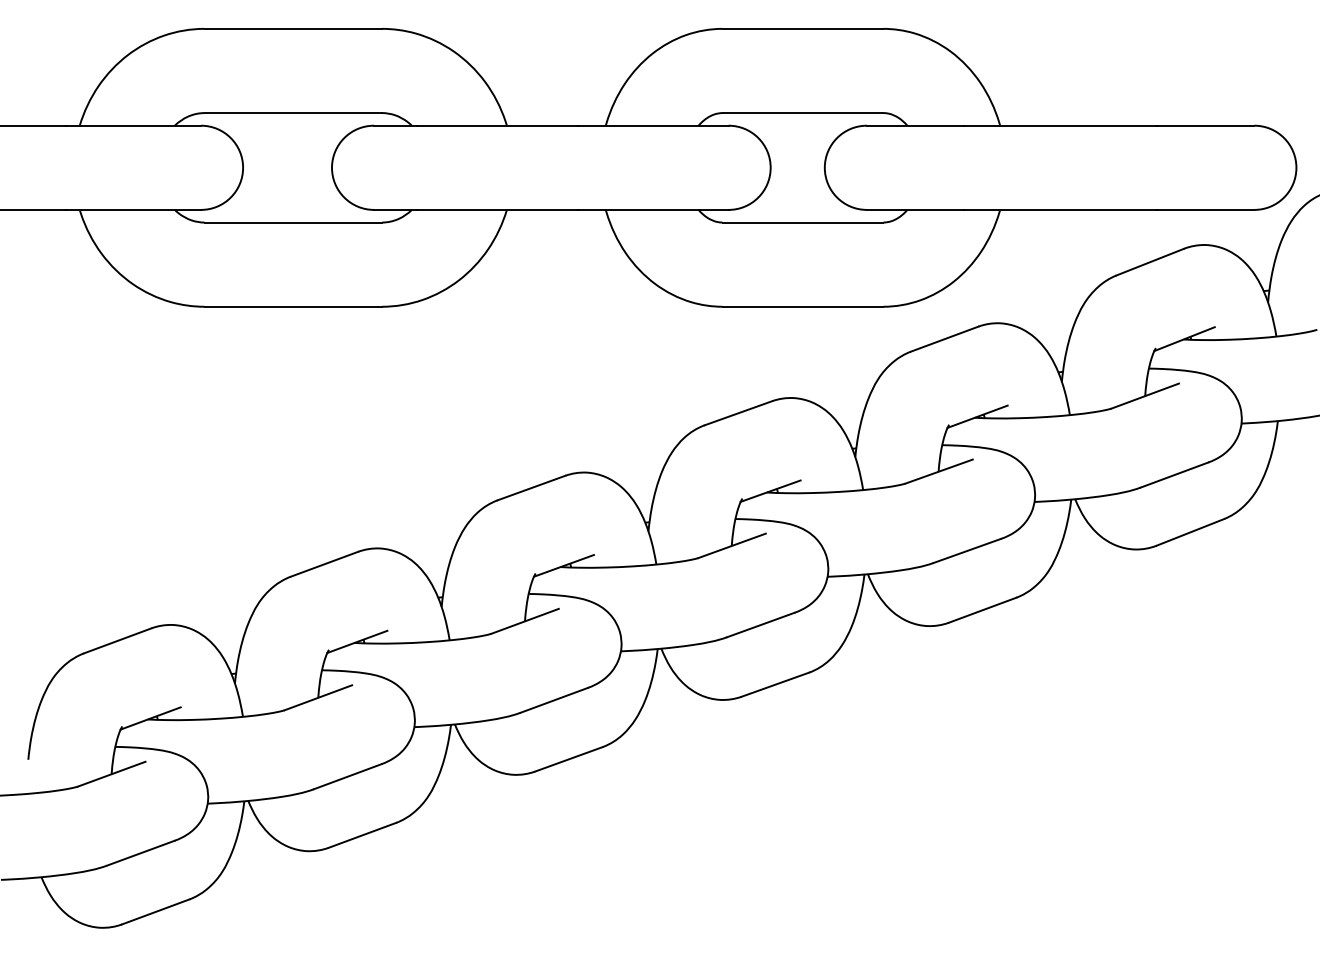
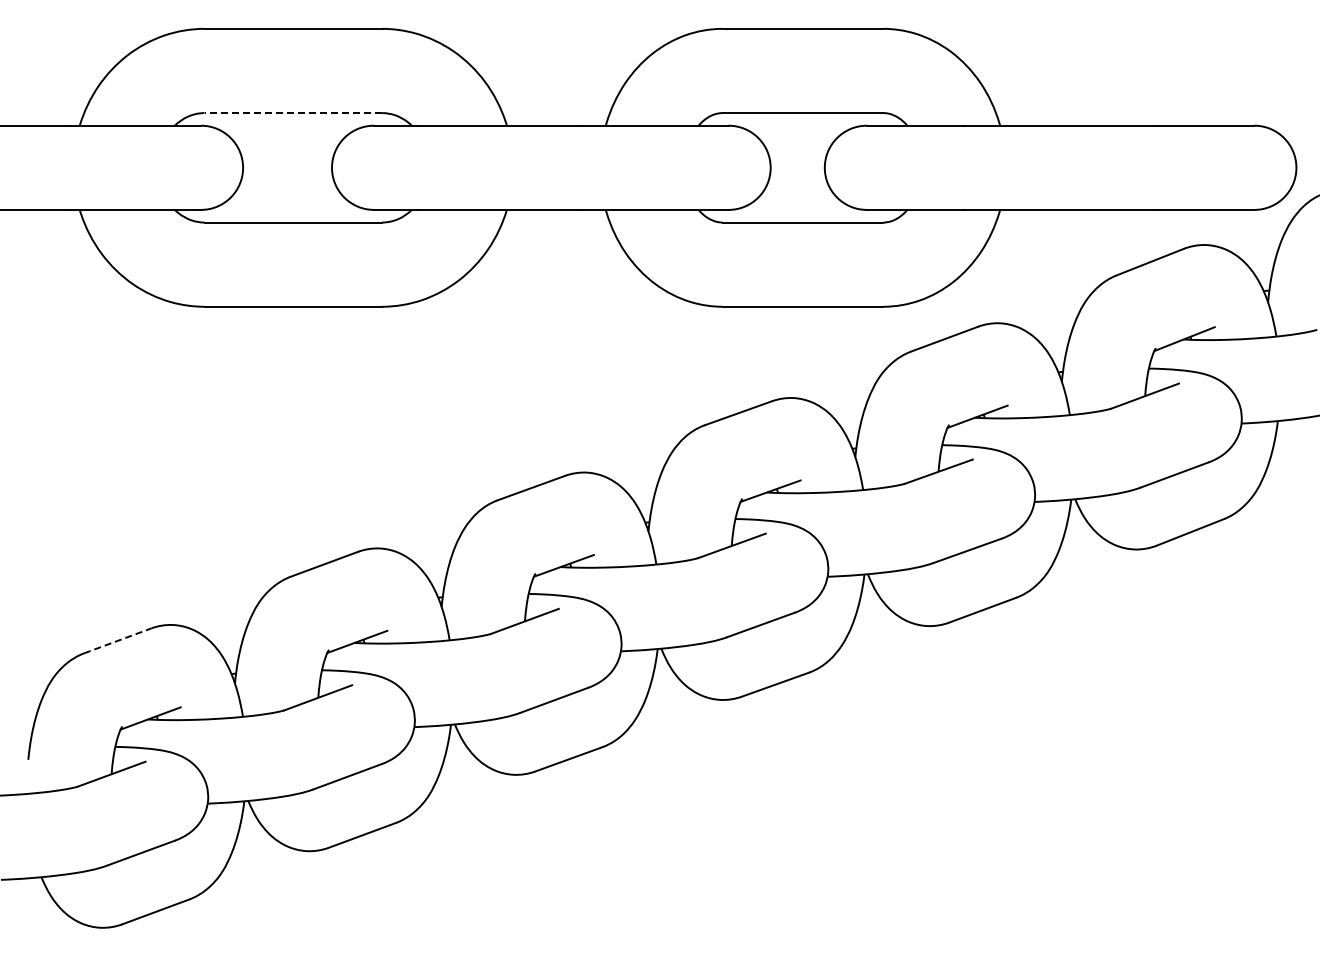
line at (293, 113): solid -> dashed
line at (117, 640): solid -> dashed
